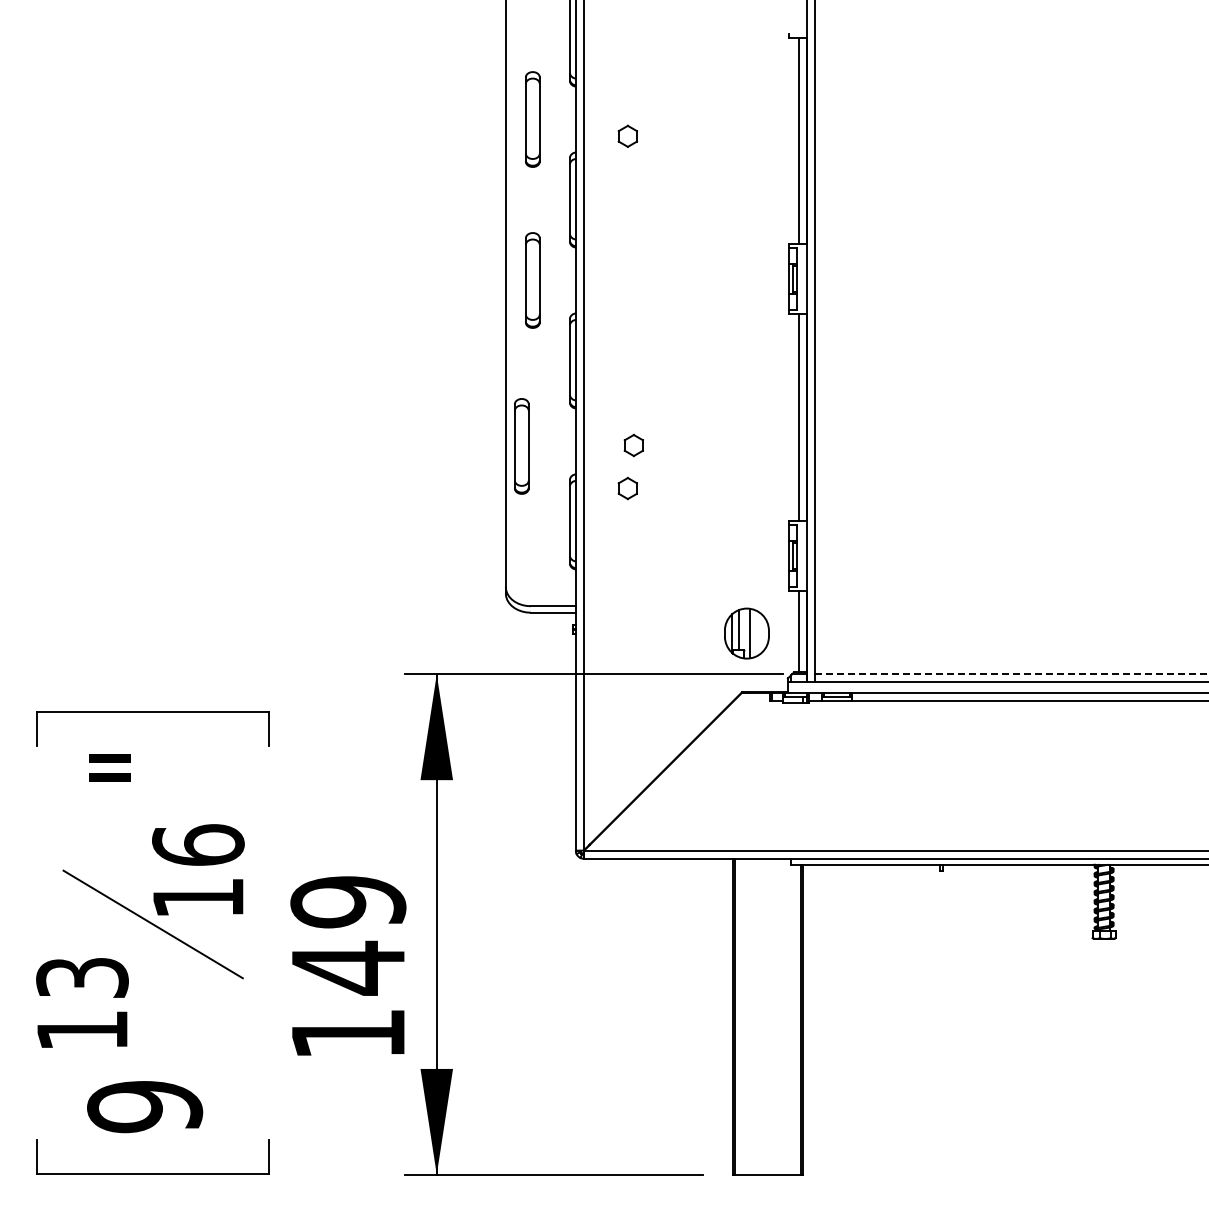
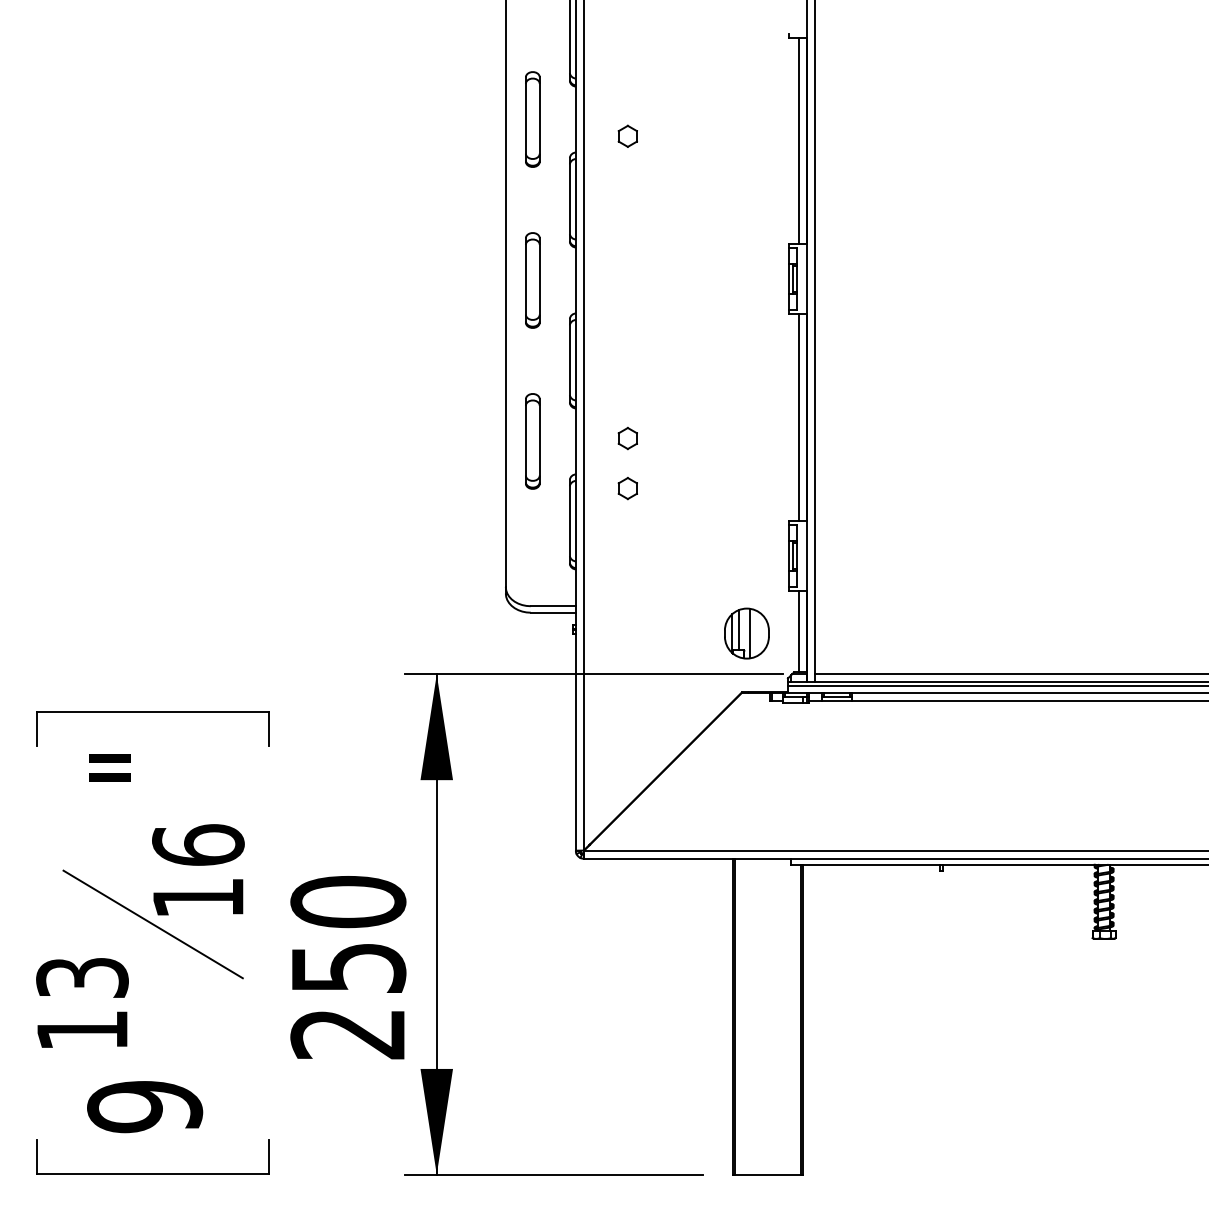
part at (633, 445) position: (633, 445) -> (627, 438)
part at (521, 446) position: (521, 446) -> (532, 441)
line at (1011, 674): dashed -> solid
line at (996, 686): none -> present
text at (348, 967): 149 -> 250
